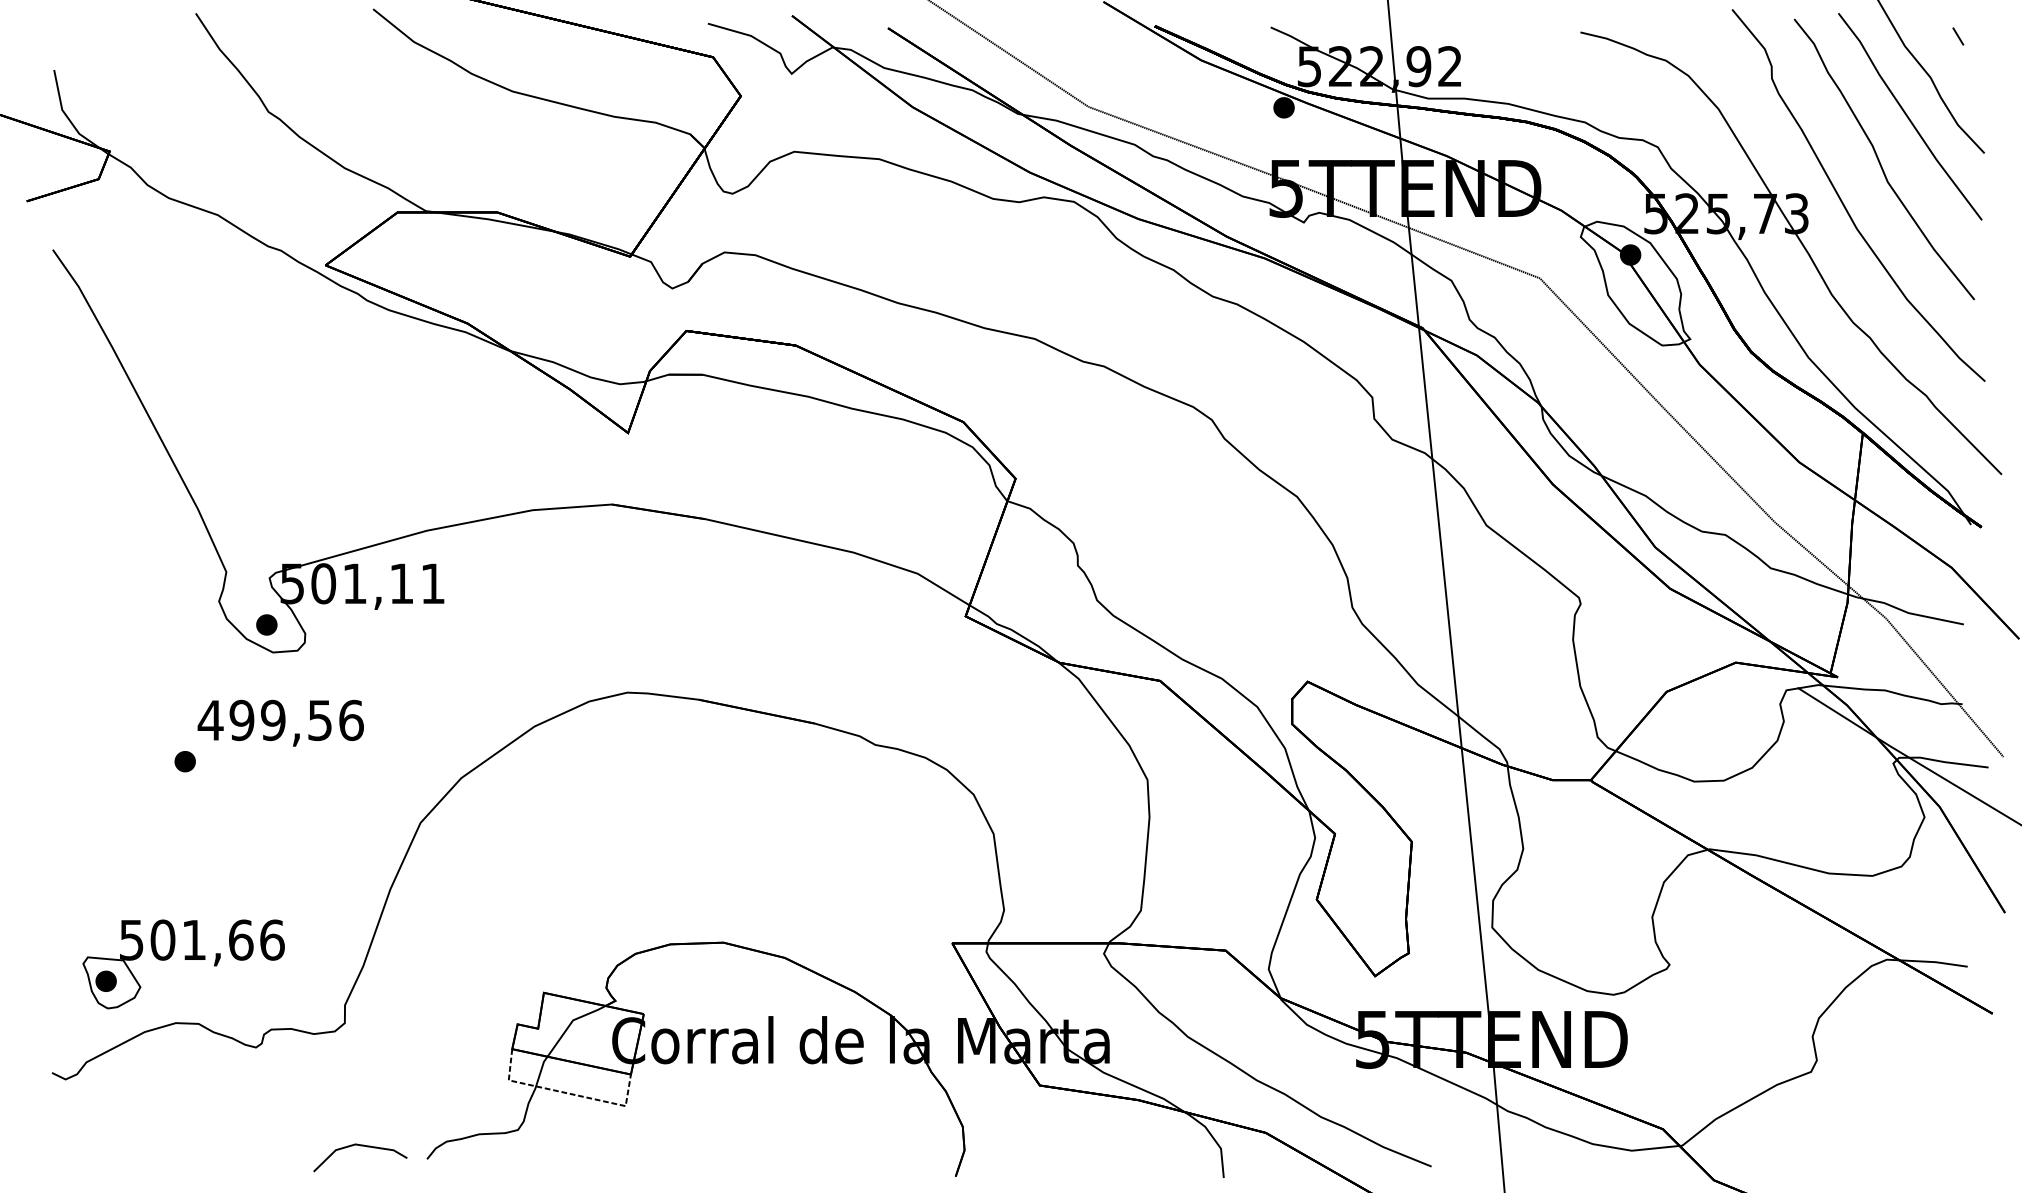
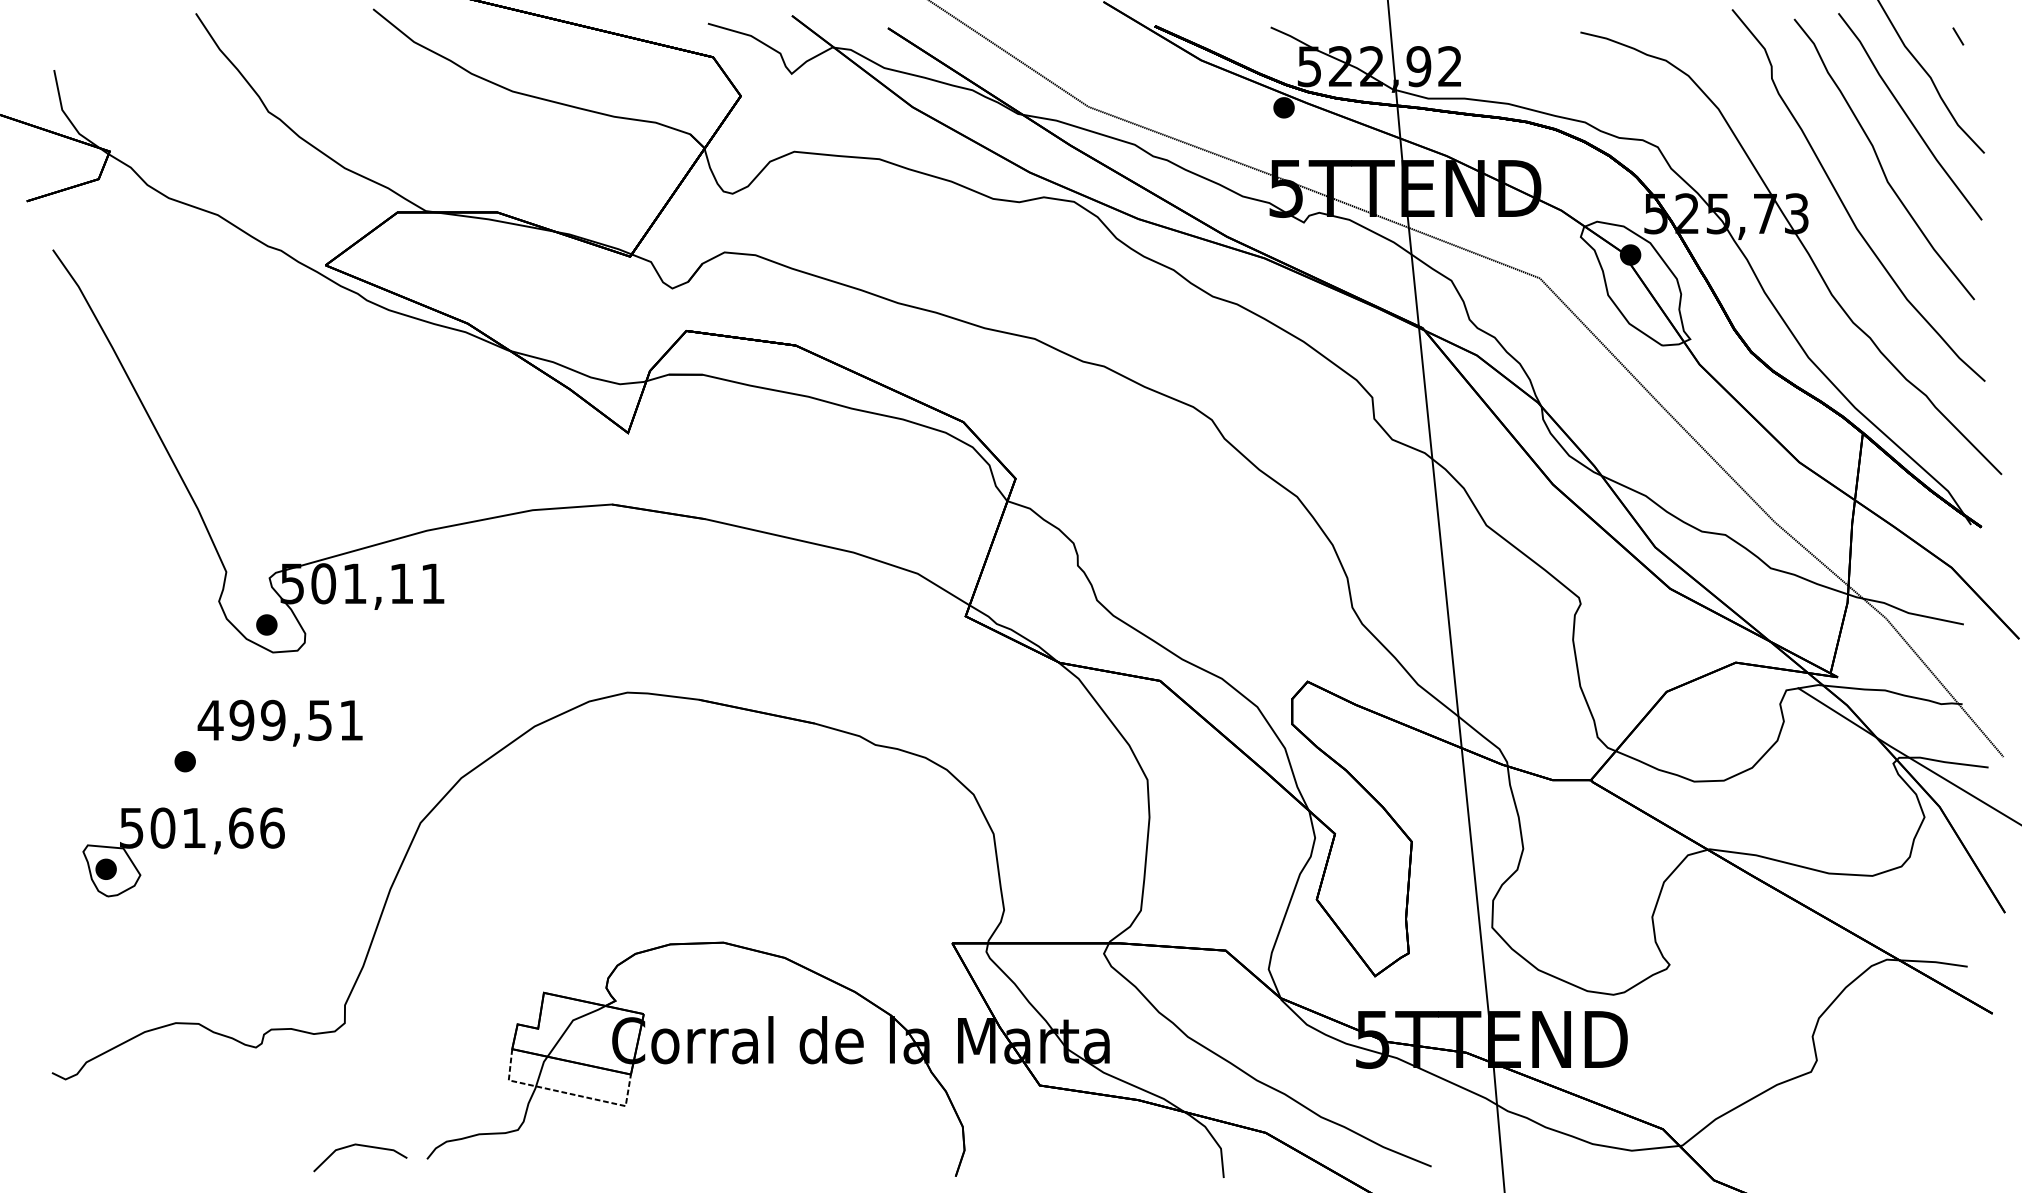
text at (351, 720): 499,56 -> 499,51
part at (183, 964) position: (183, 964) -> (183, 852)
